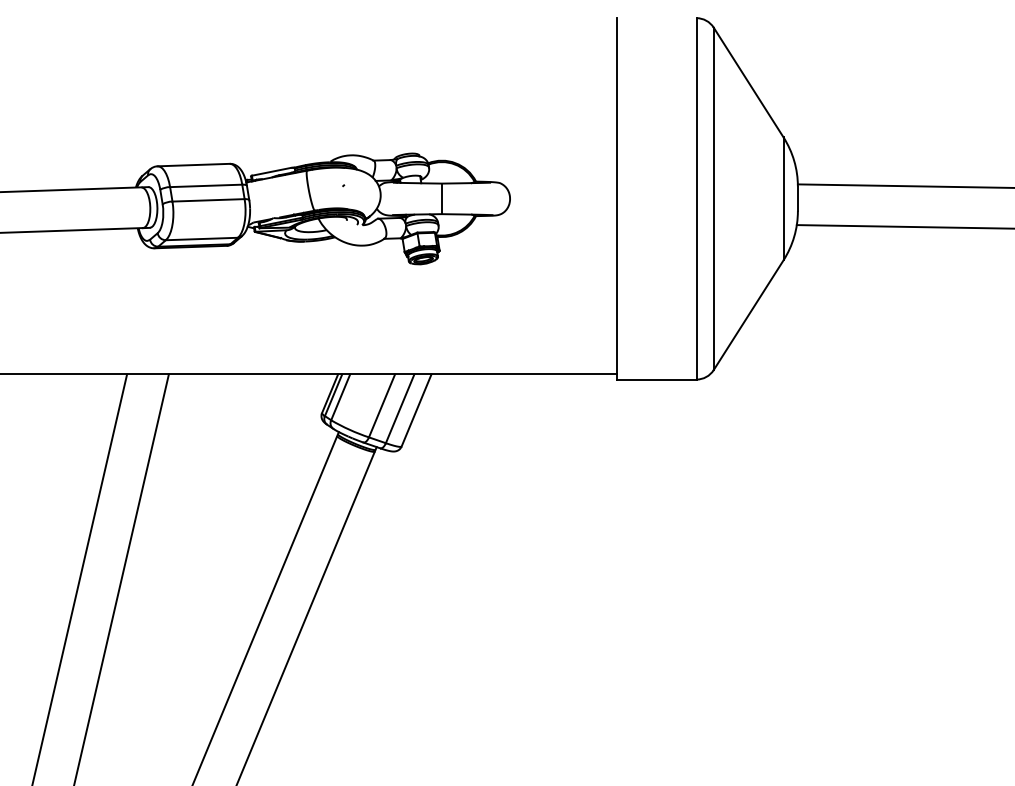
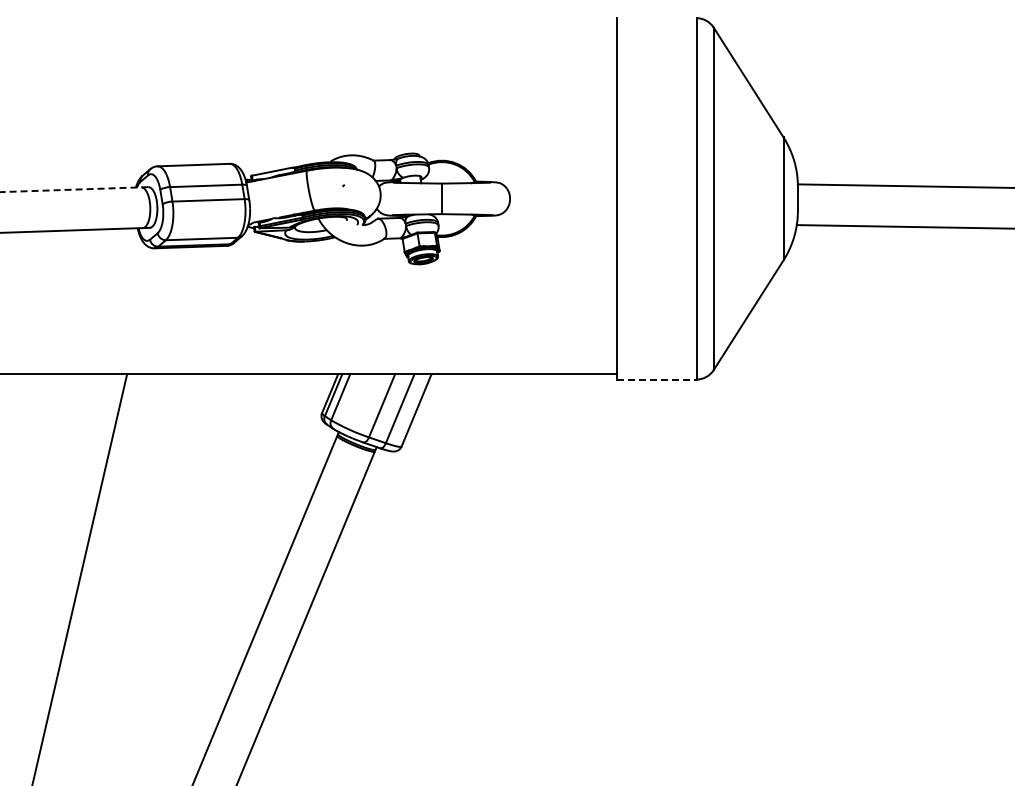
line at (74, 189): solid -> dashed
line at (656, 379): solid -> dashed
line at (121, 578): present -> none
